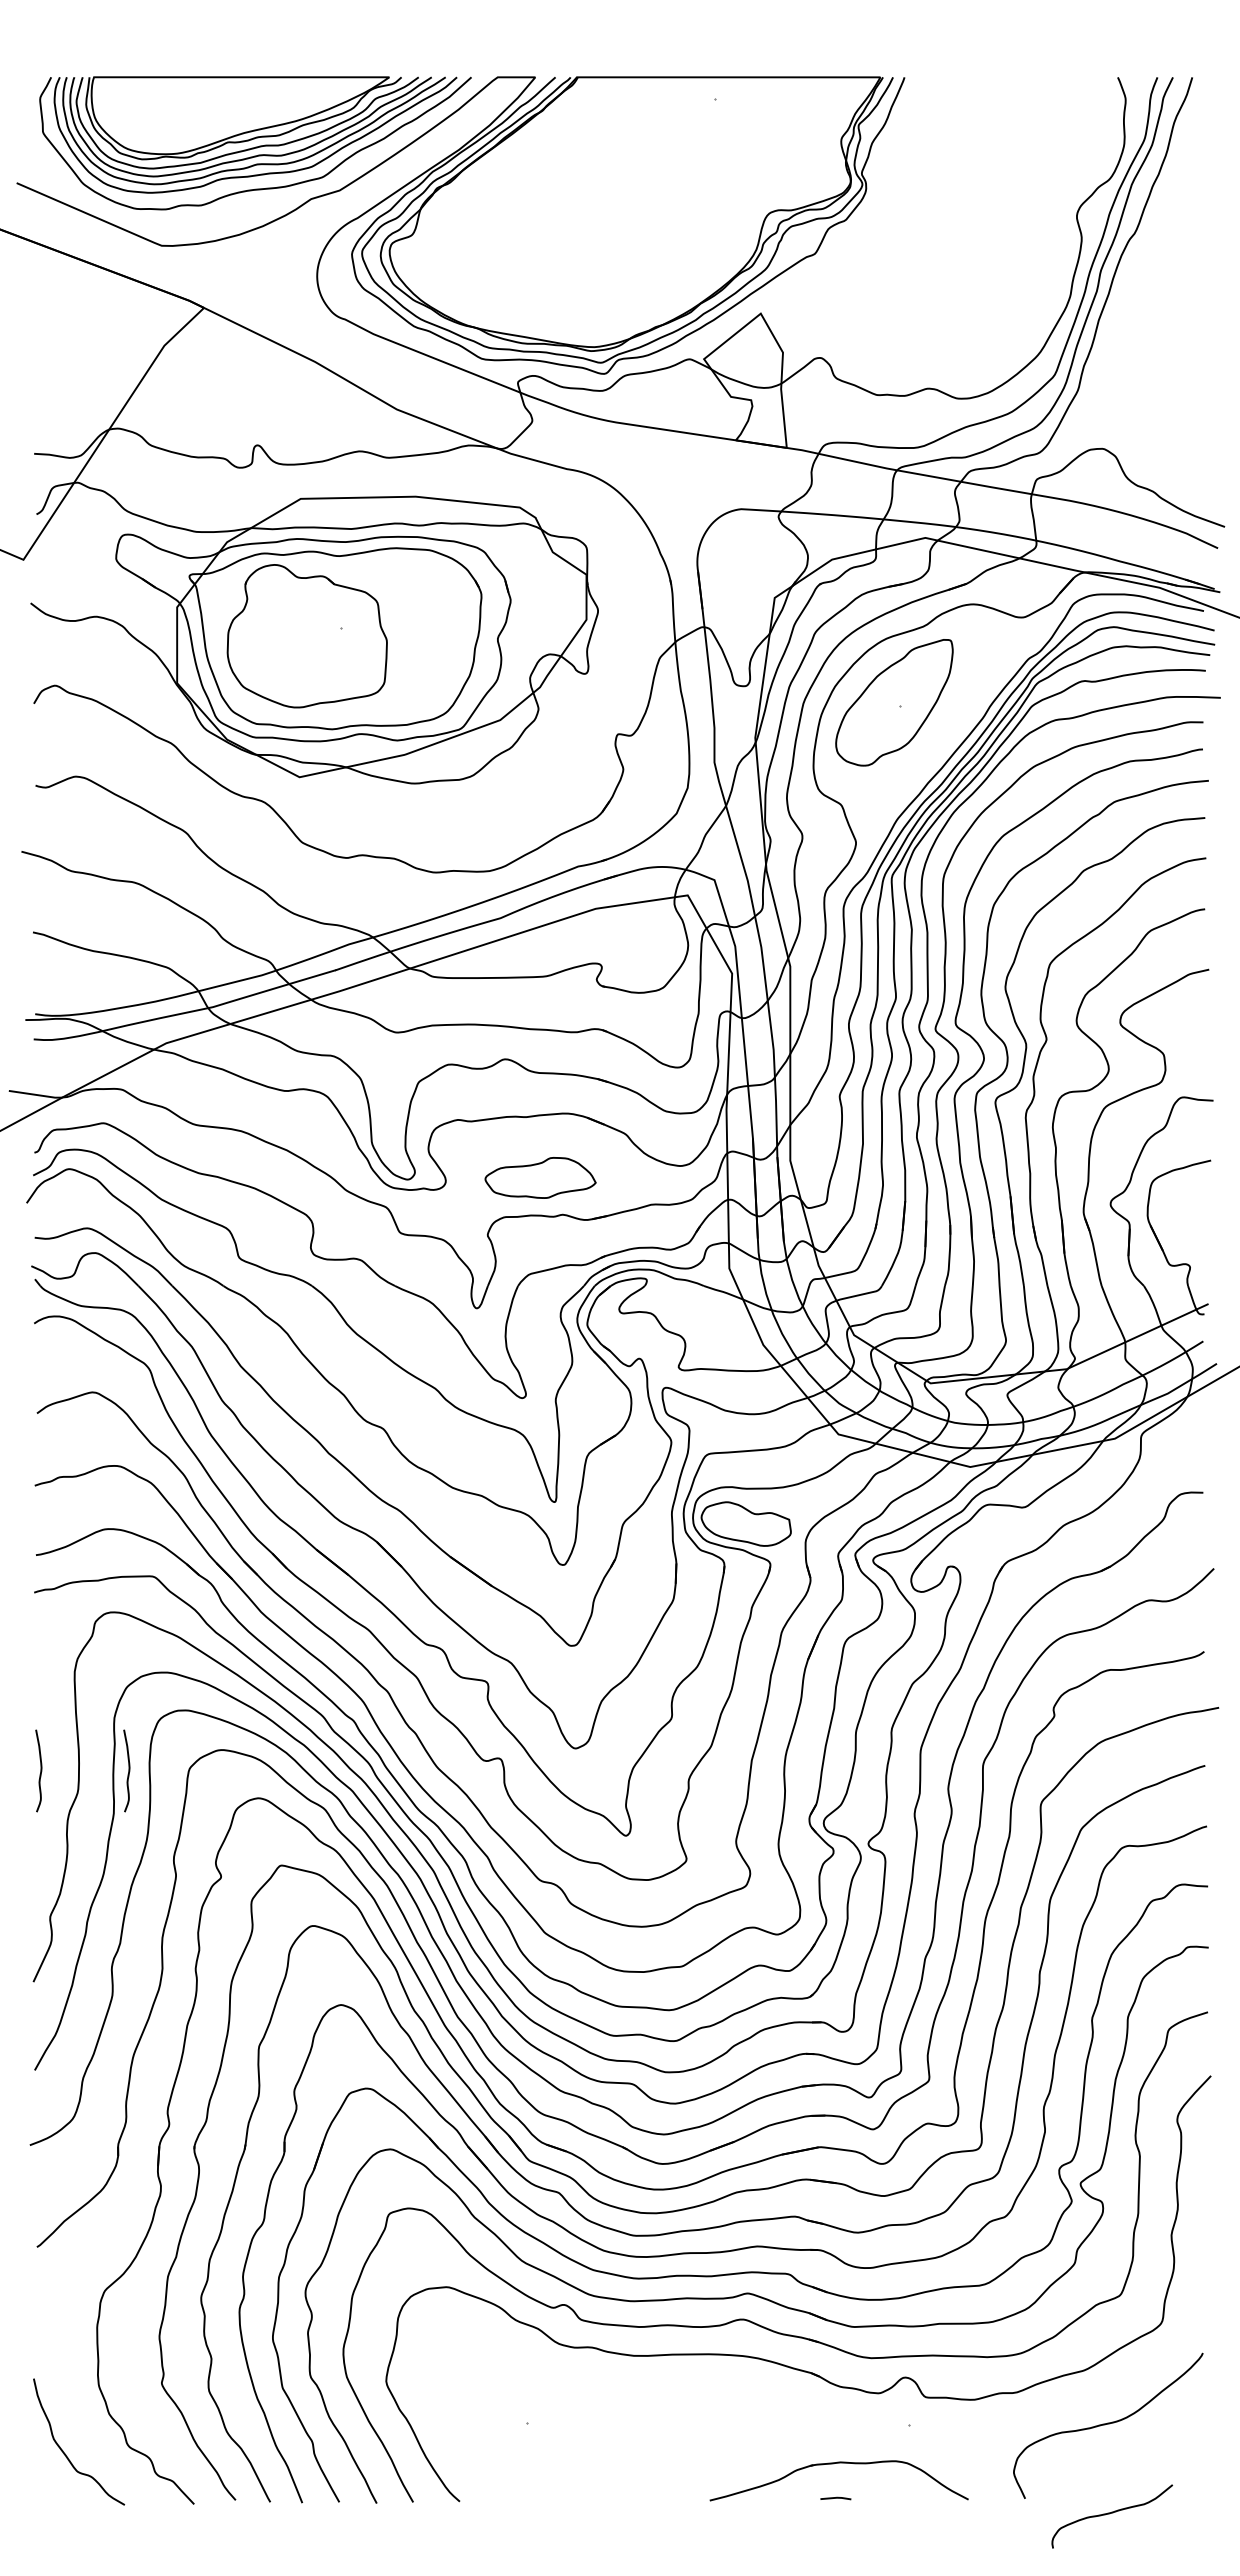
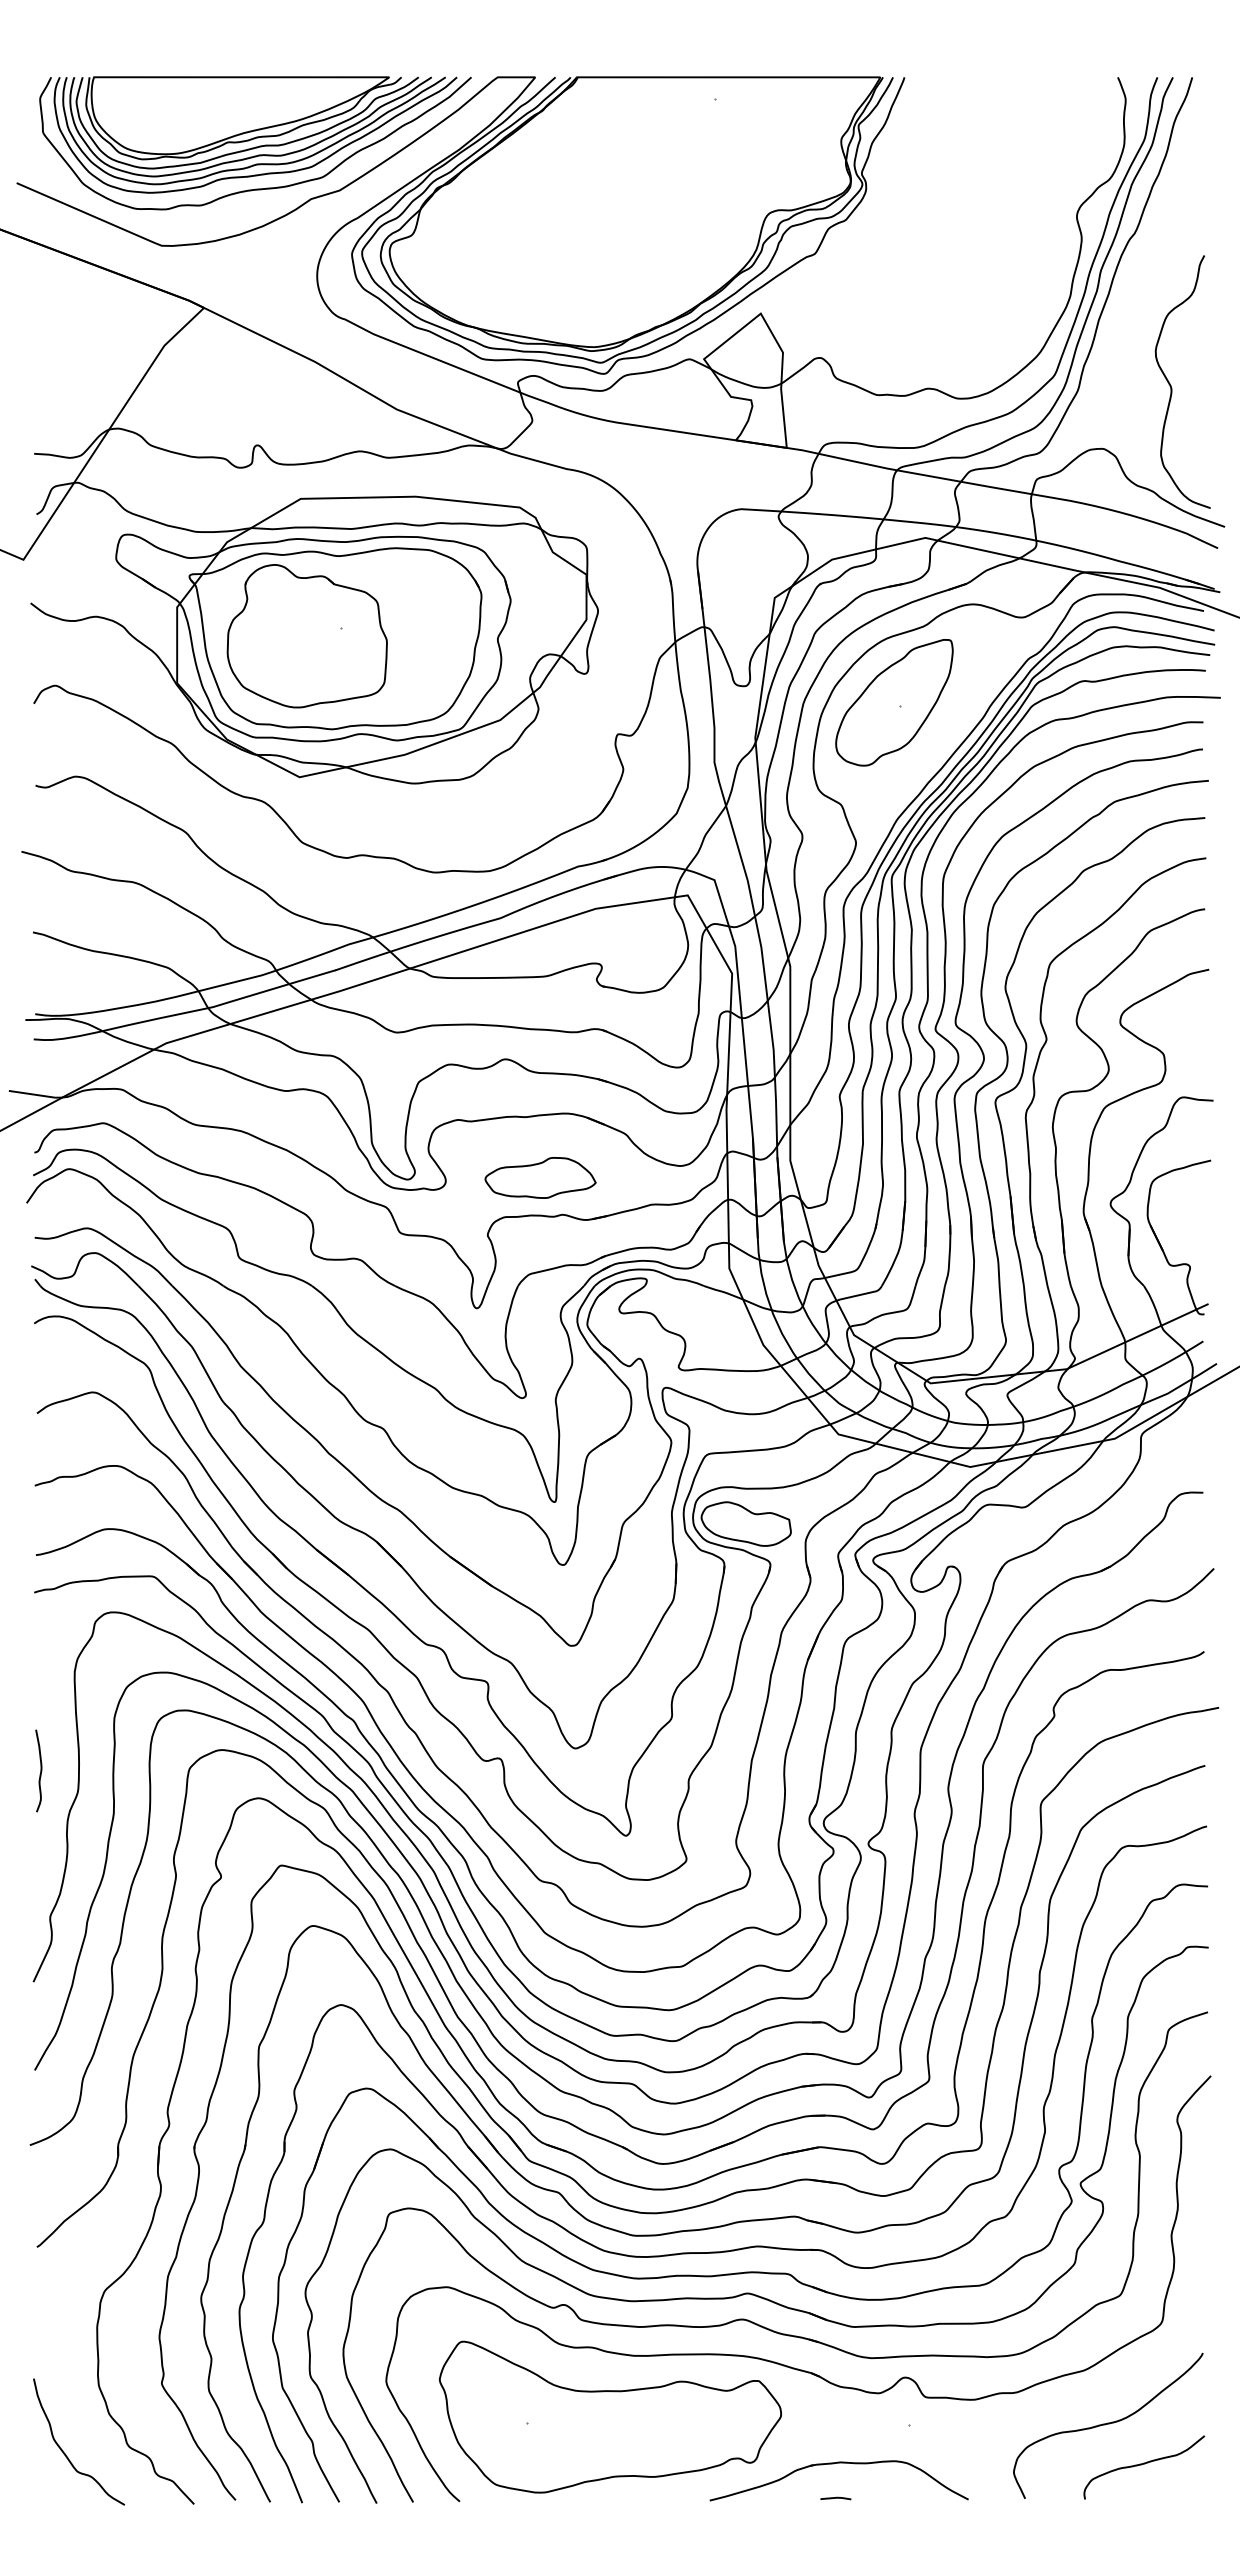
curve at (1171, 385): none -> present
curve at (128, 1770): present -> none
part at (610, 2416): none -> present
curve at (1112, 2513) position: (1112, 2513) -> (1144, 2464)
